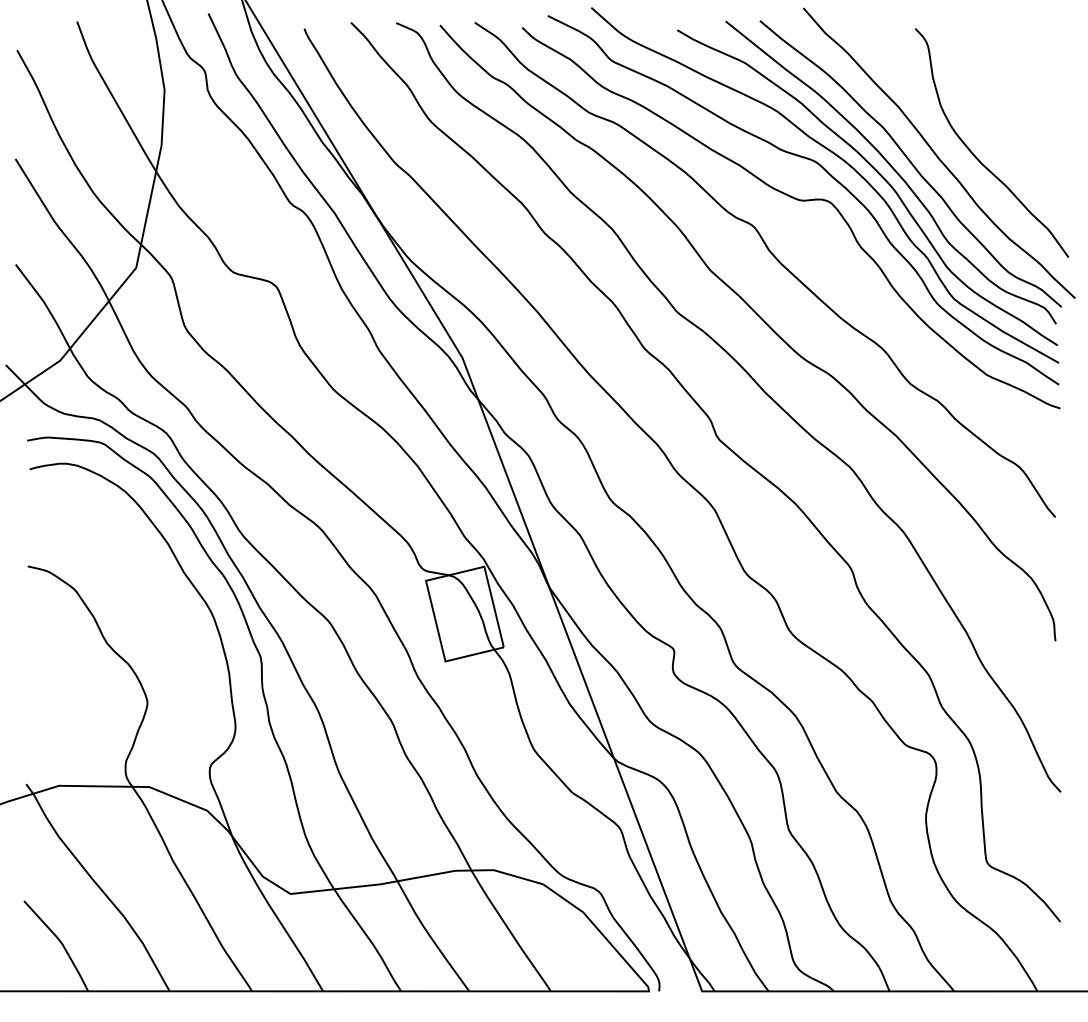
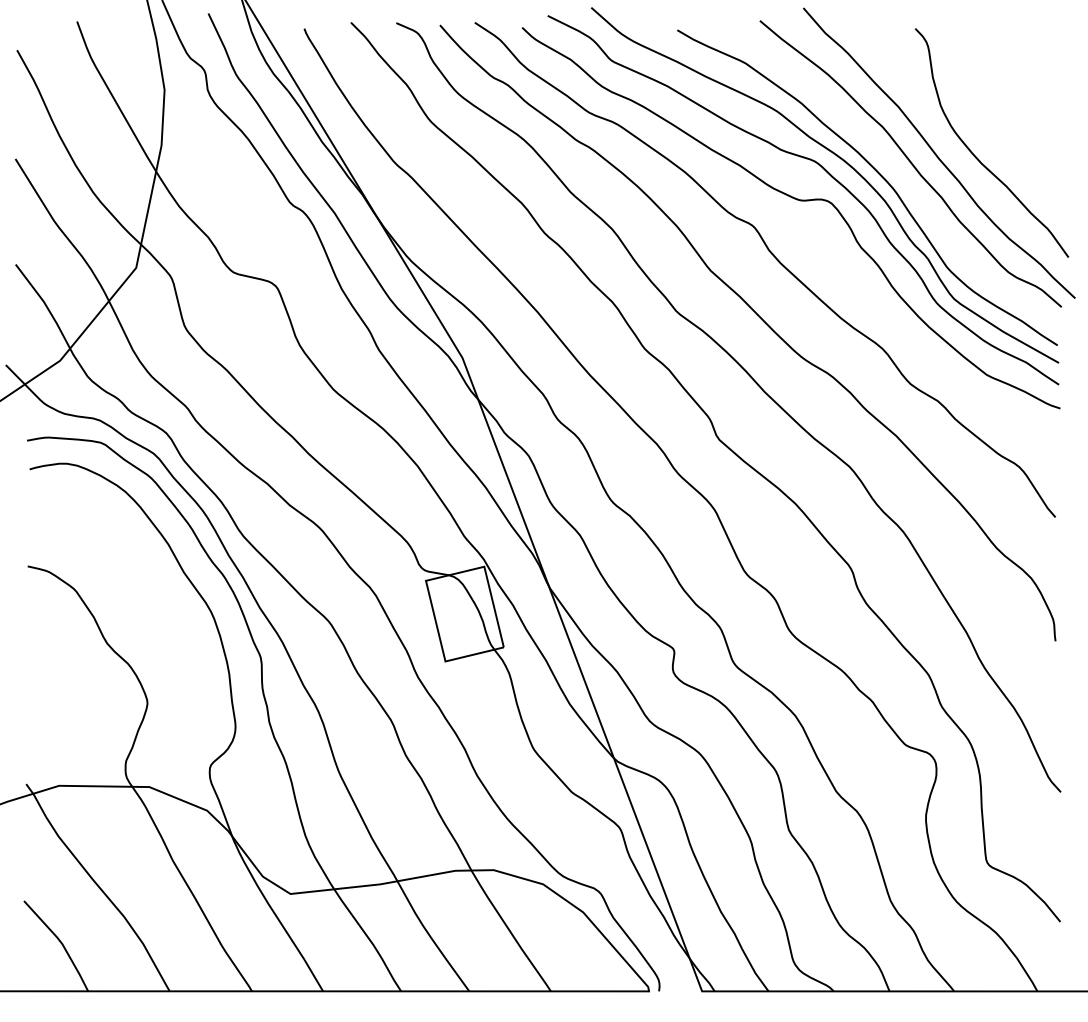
curve at (892, 169): present -> none
